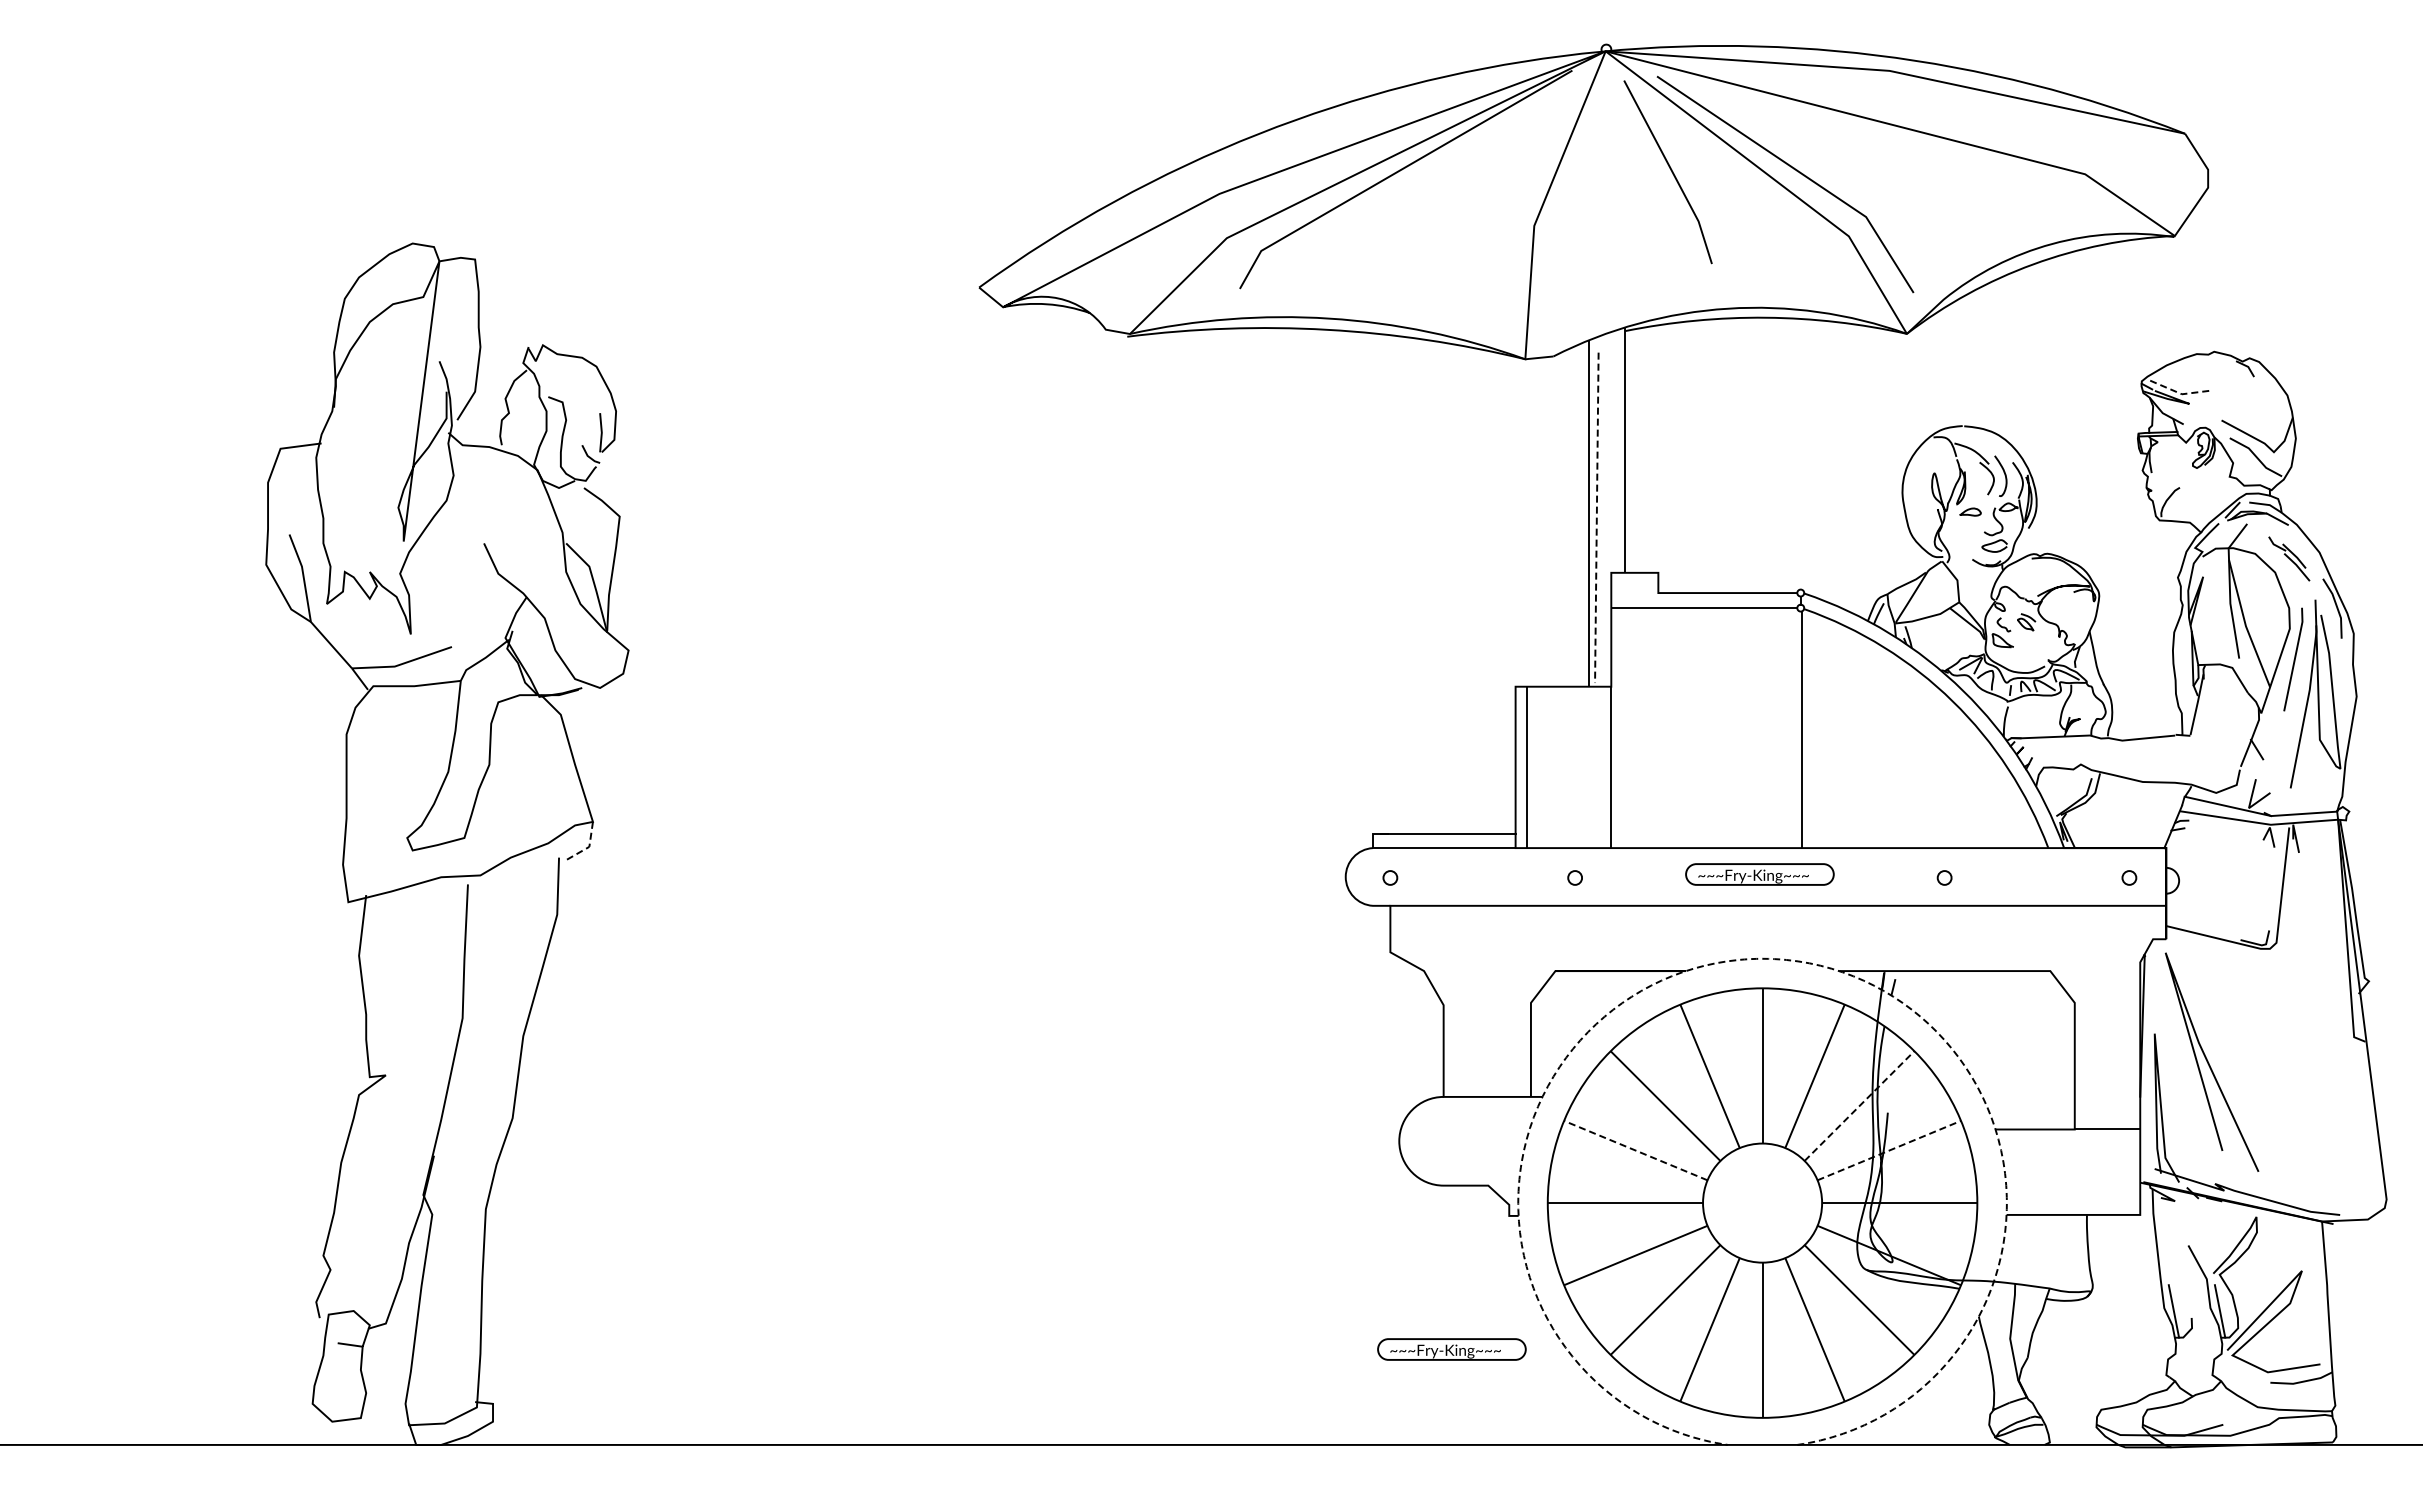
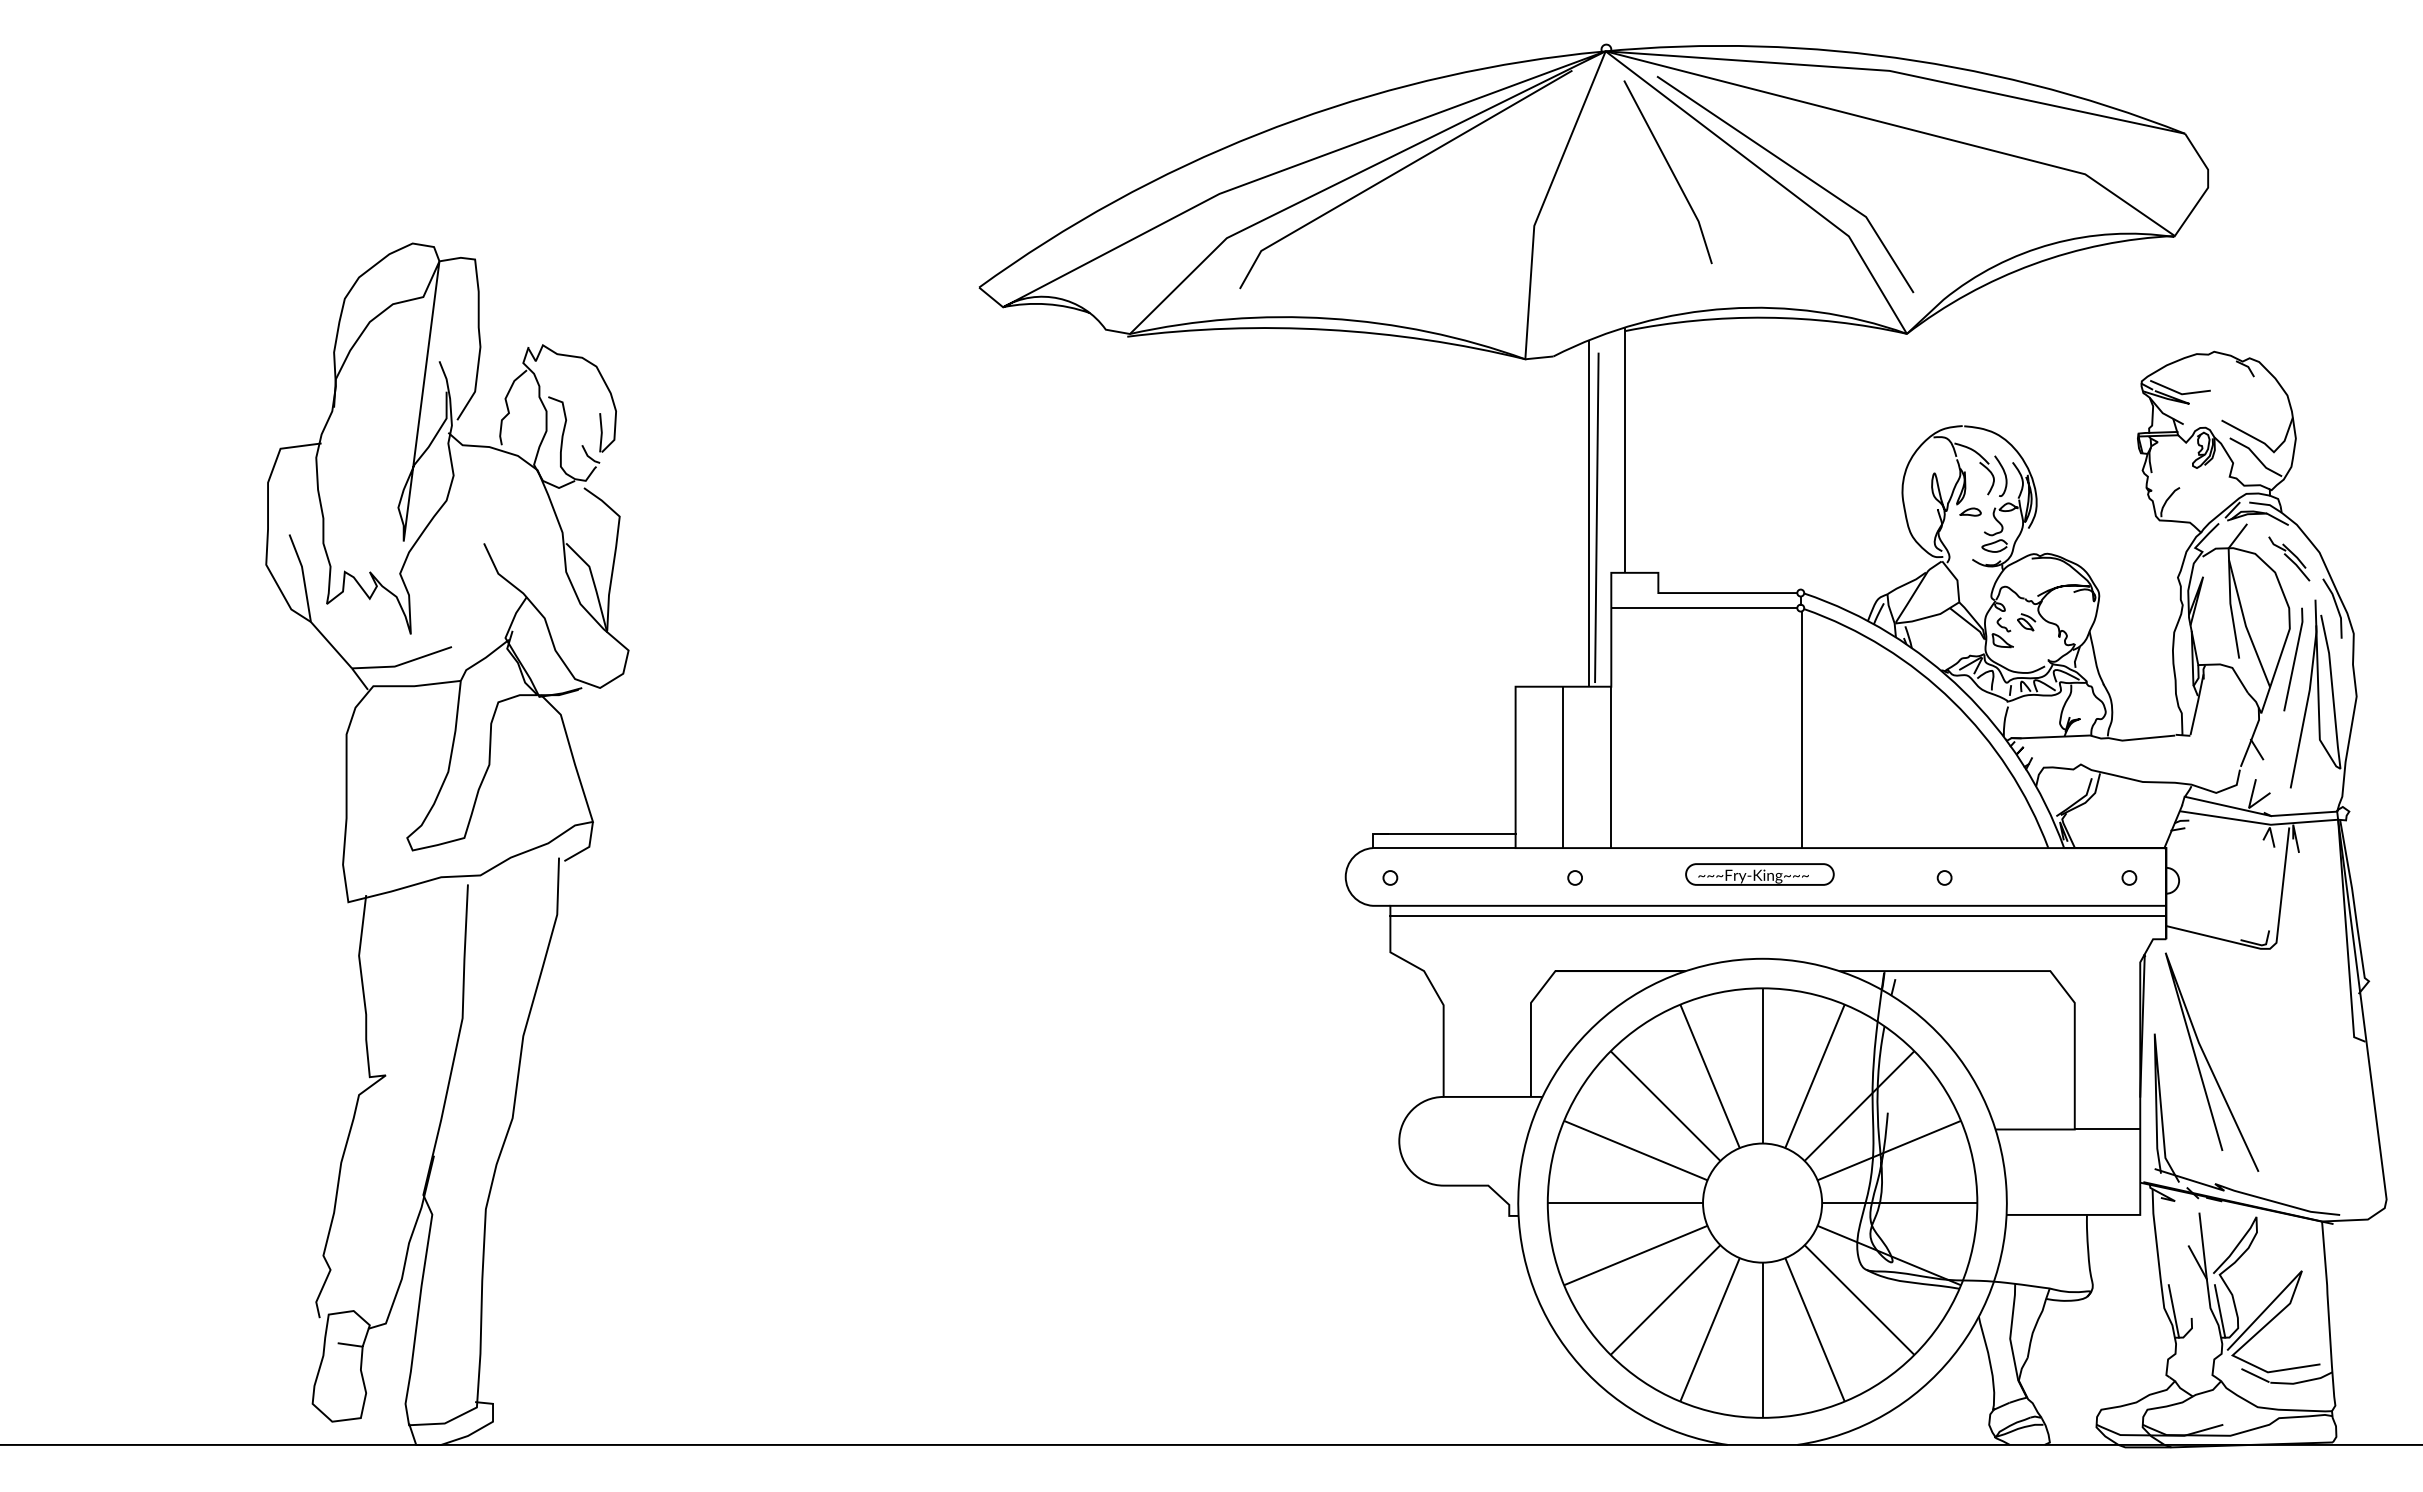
line at (2180, 393): dashed -> solid
line at (1596, 518): dashed -> solid
line at (1527, 767) position: (1527, 767) -> (1563, 767)
line at (588, 847): dashed -> solid
line at (1777, 915): none -> present
arc at (1762, 958): dashed -> solid
line at (1859, 1106): dashed -> solid
line at (1635, 1150): dashed -> solid
line at (1889, 1150): dashed -> solid
line at (2202, 1246): none -> present
part at (1451, 1349): present -> none
line at (2255, 1375): none -> present
